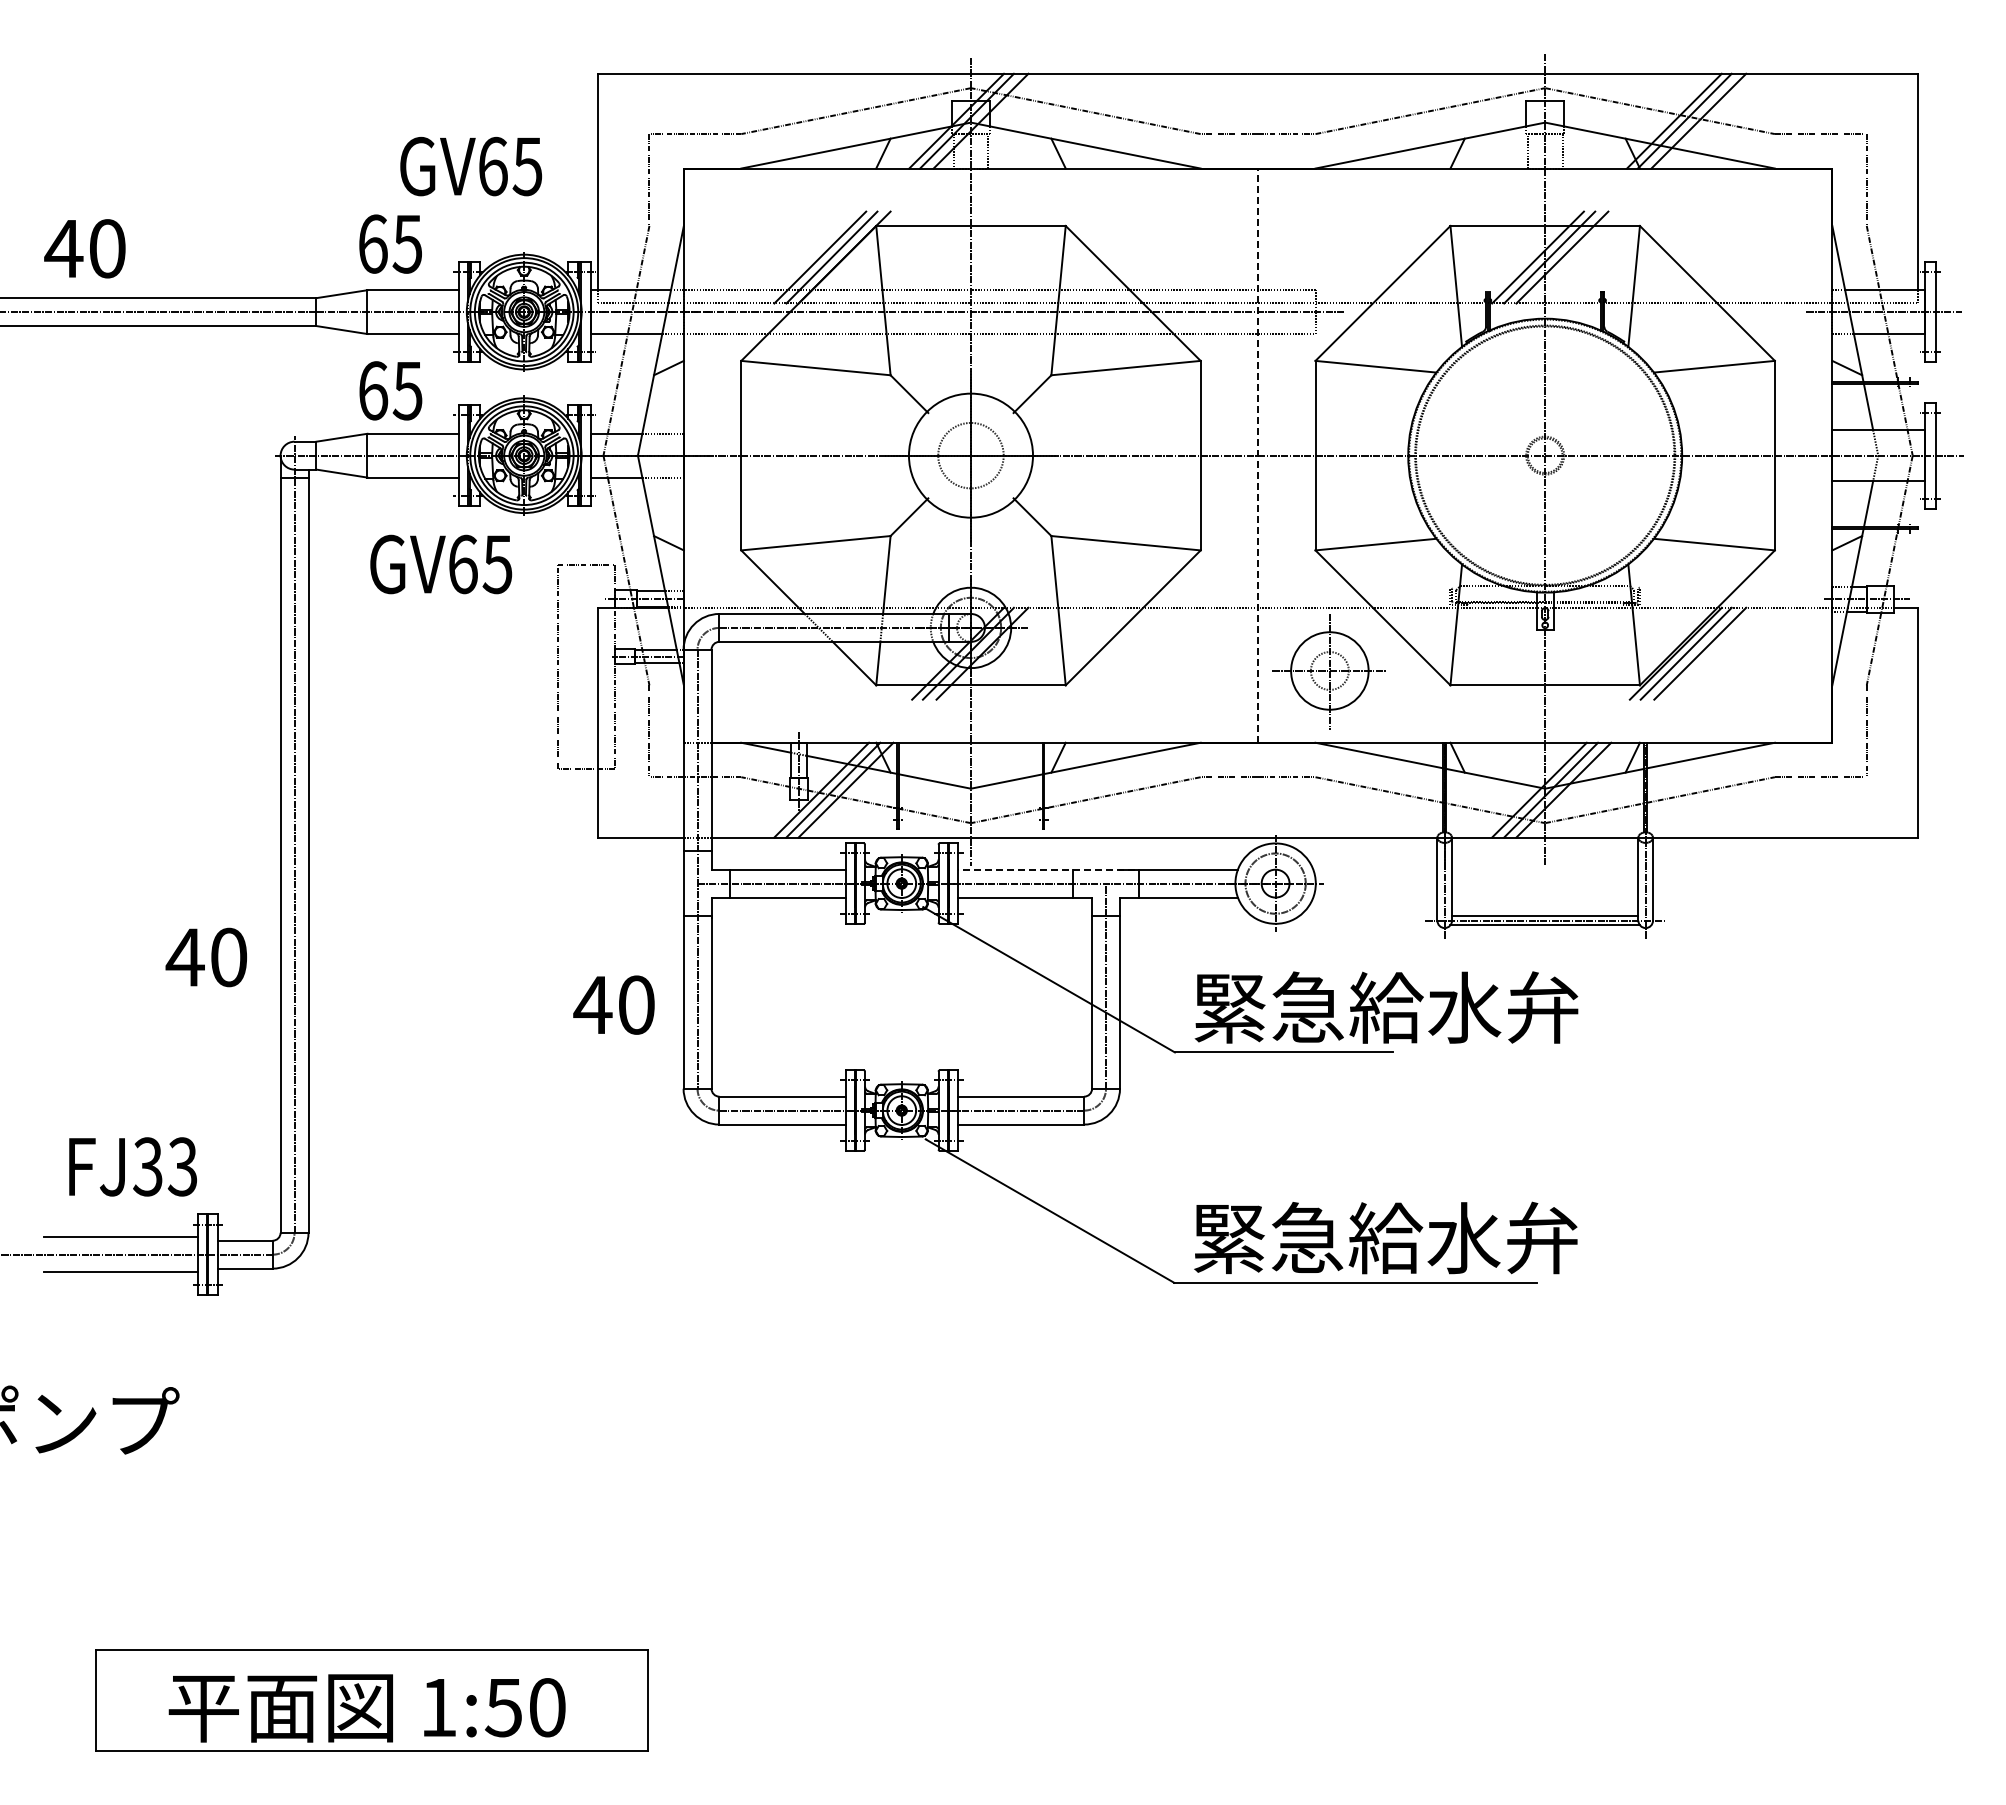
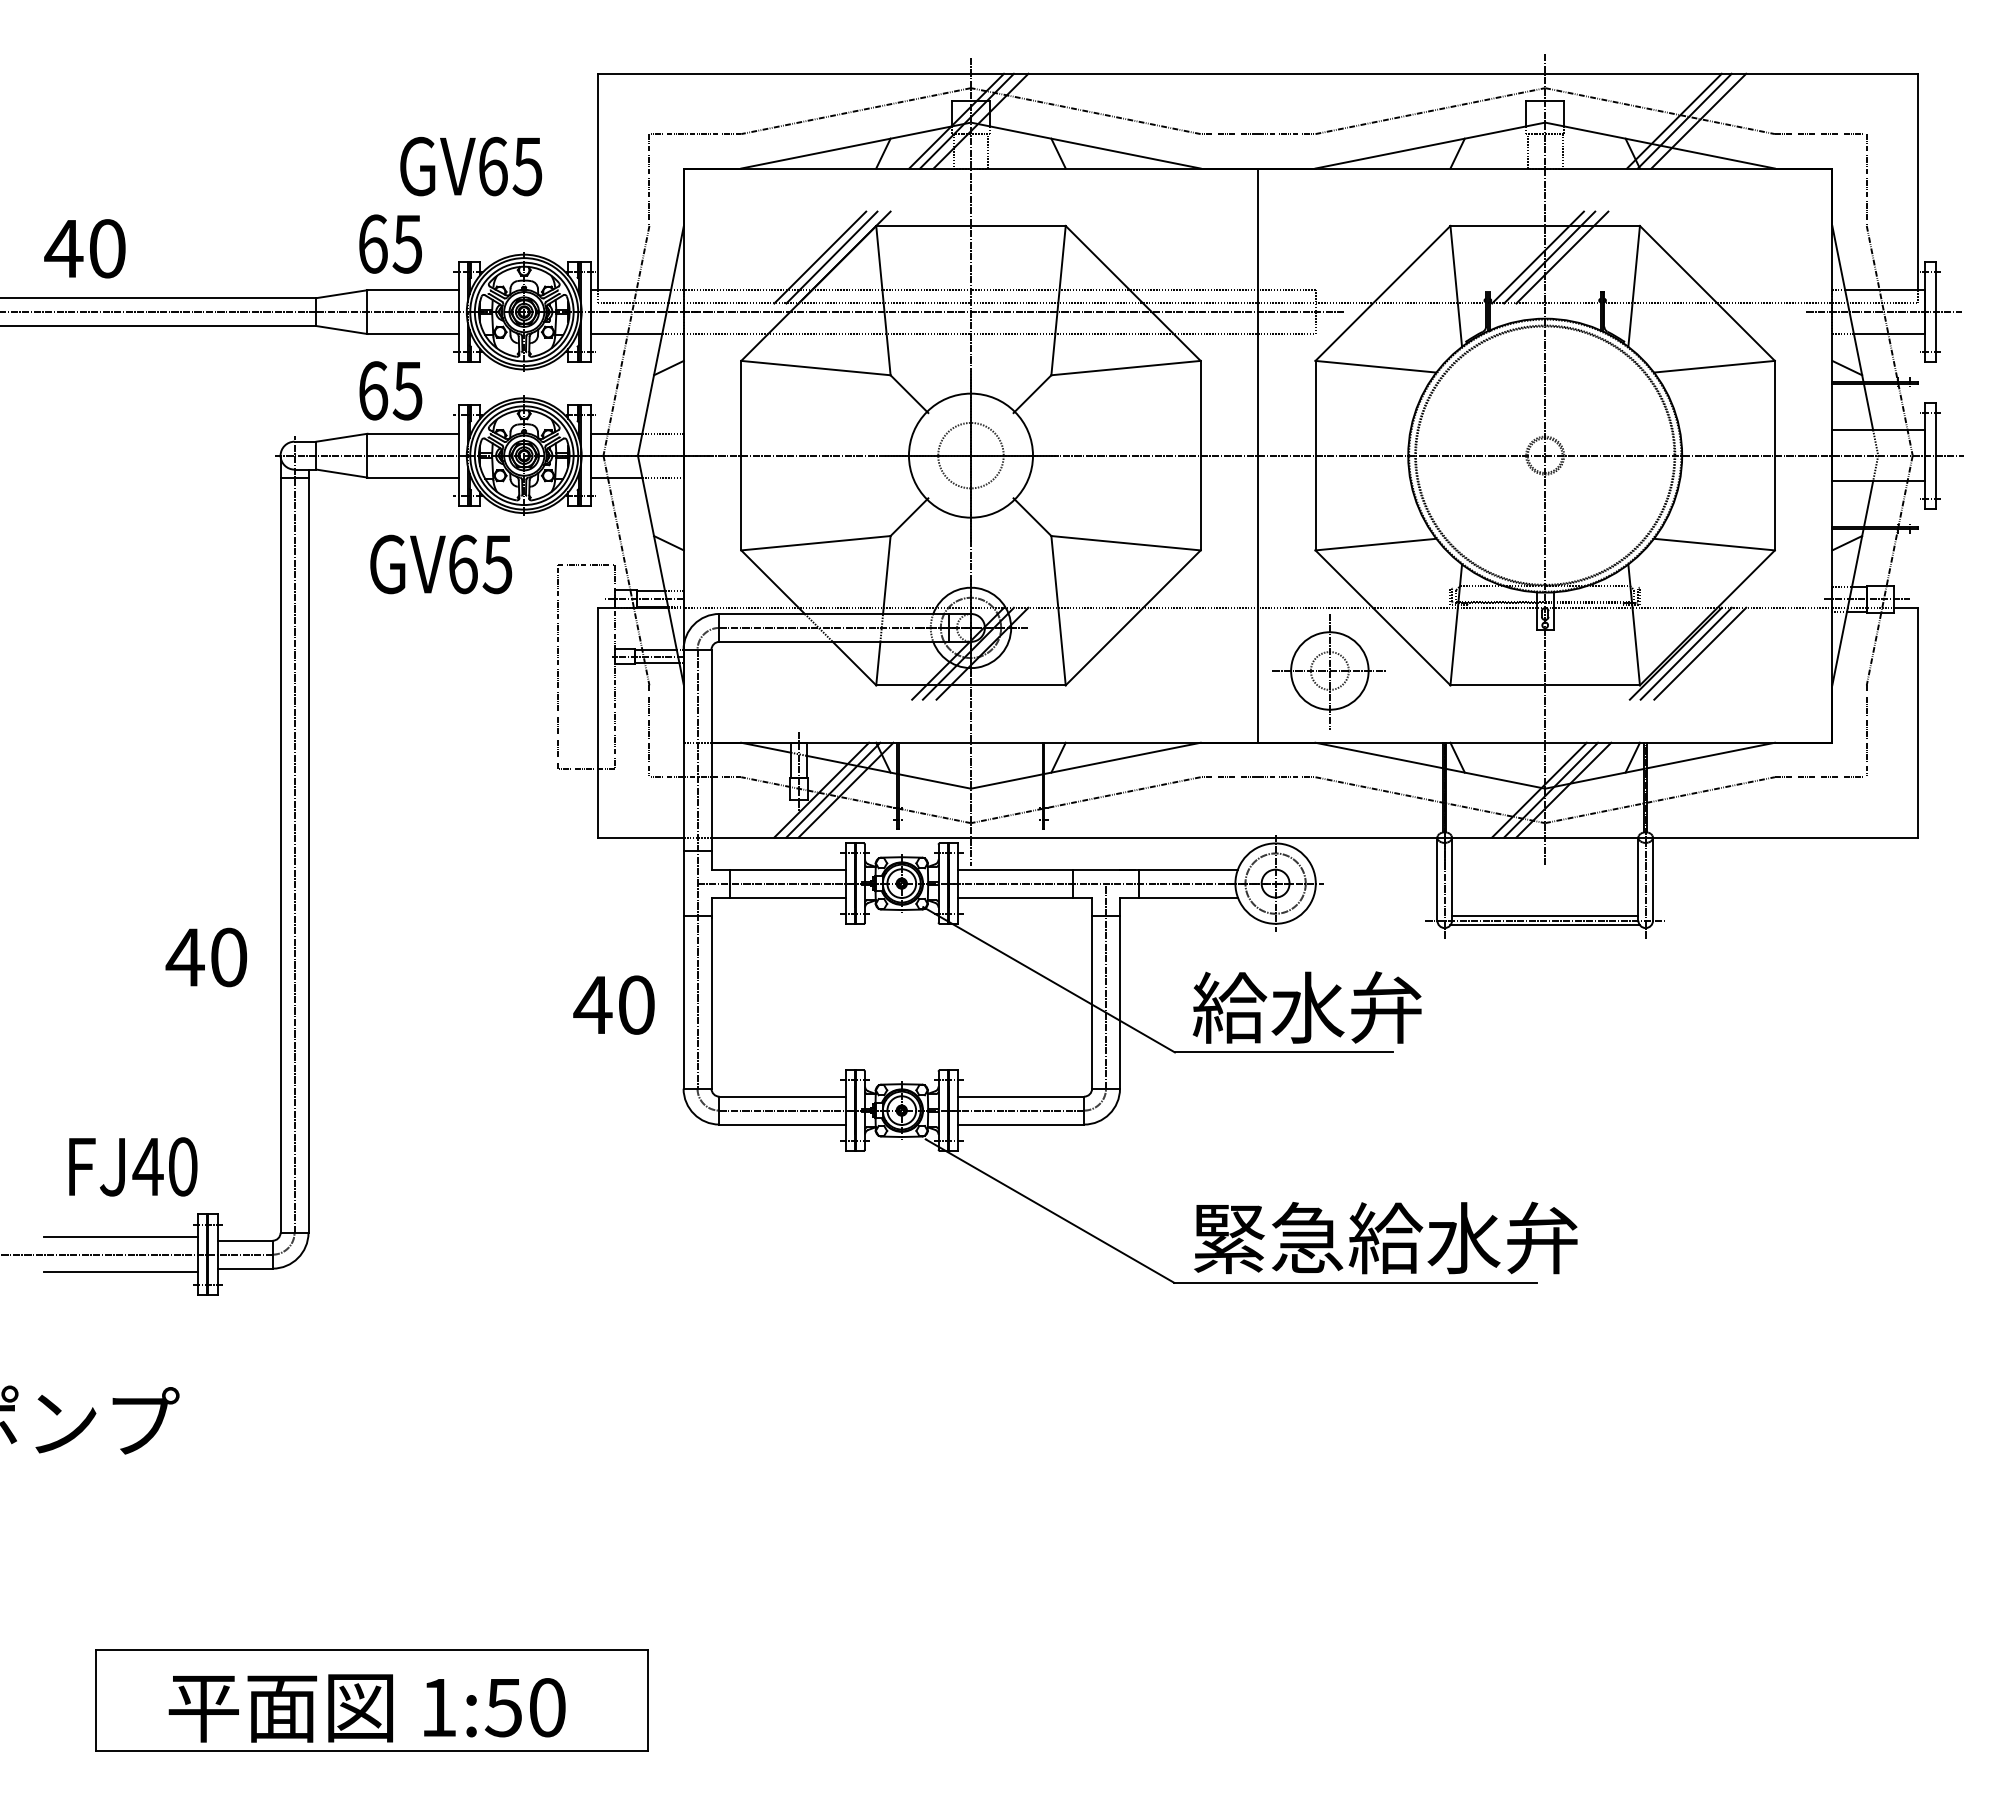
line at (1258, 455): dashed -> solid
line at (1046, 869): dashed -> solid
text at (1385, 1007): 緊急給水弁 -> 給水弁
text at (164, 1166): FJ33 -> FJ40
